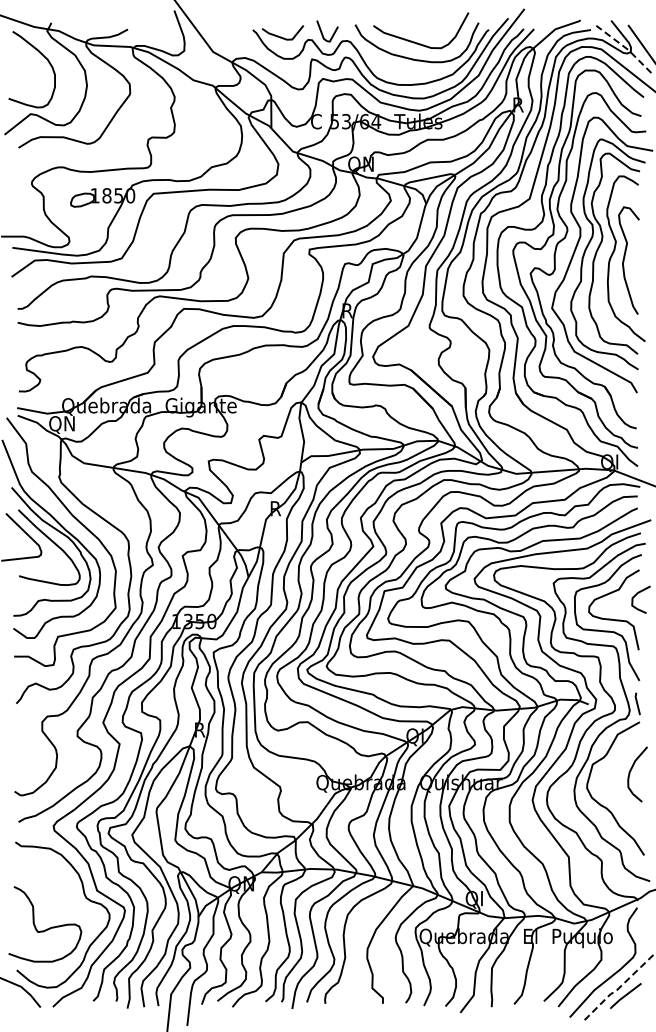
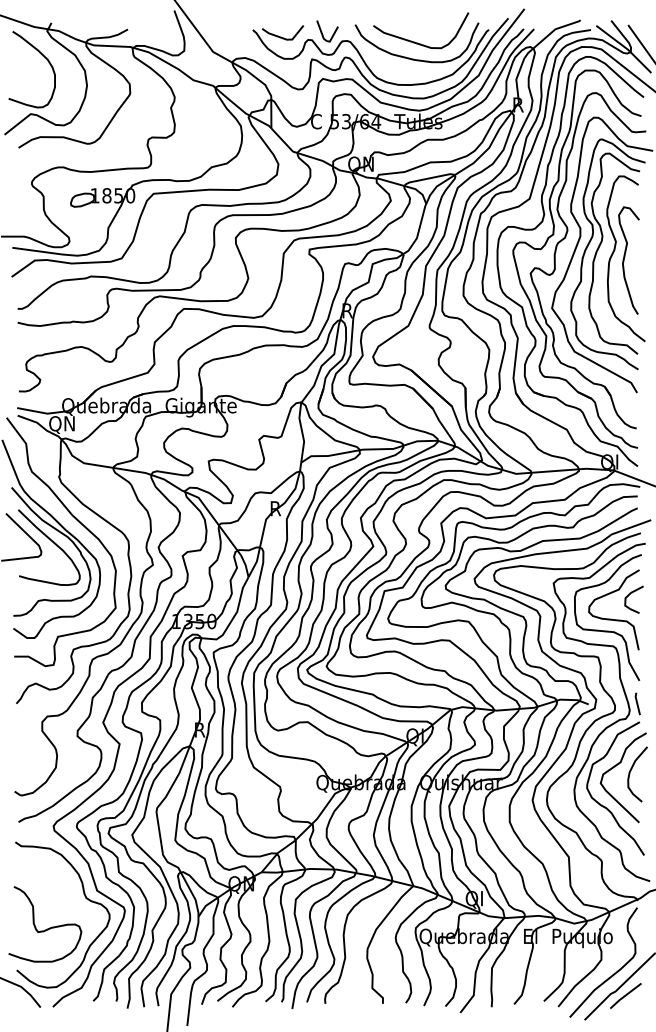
line at (625, 48): dashed -> solid
curve at (636, 595) position: (636, 595) -> (629, 595)
curve at (616, 766): none -> present
line at (619, 988): dashed -> solid
